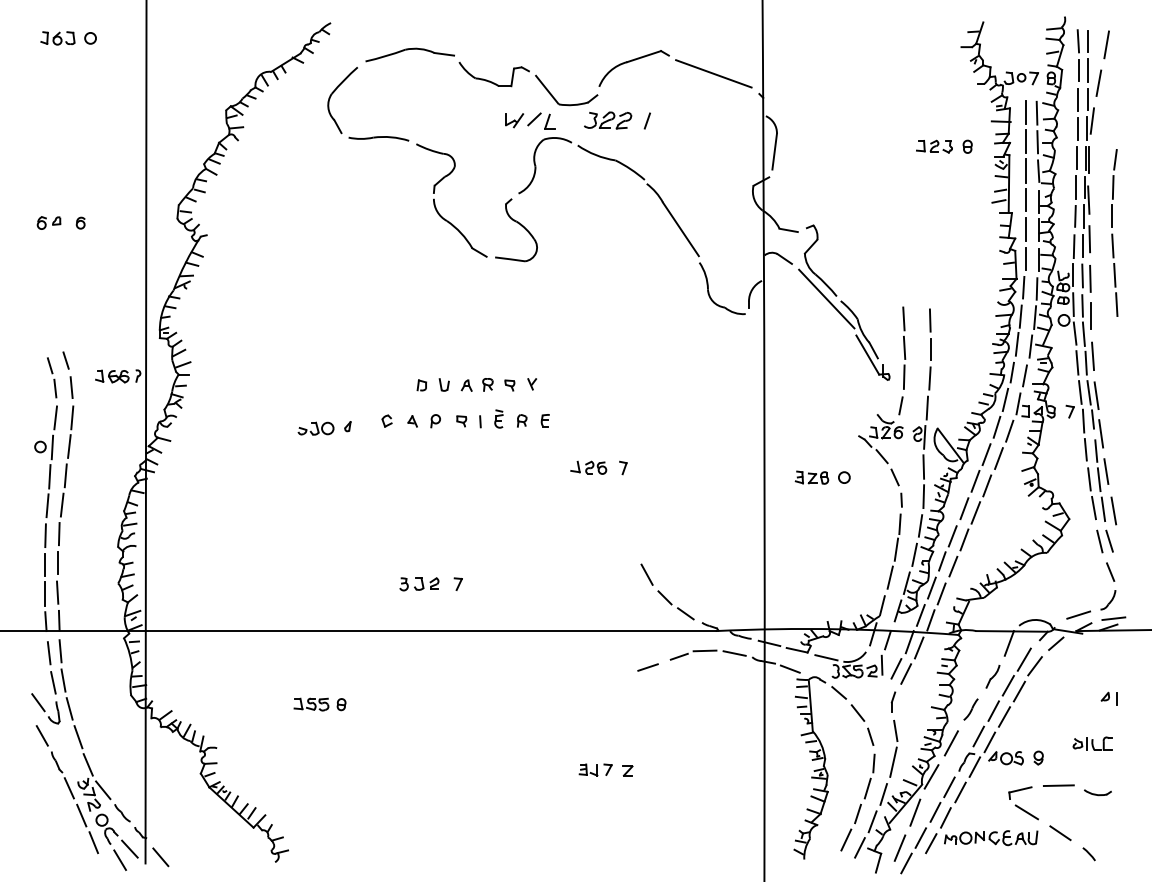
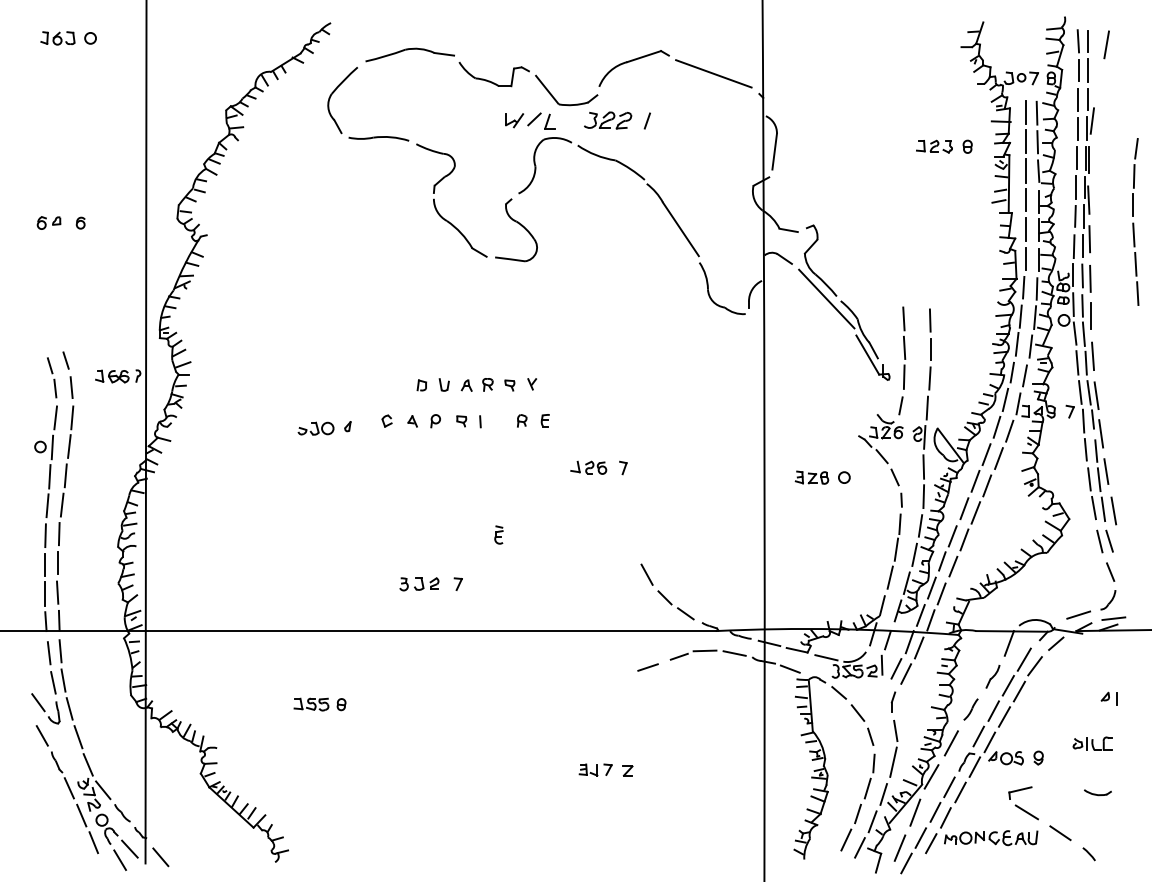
line at (1098, 82): present -> none
part at (1114, 232) position: (1114, 232) -> (1135, 221)
part at (498, 418) position: (498, 418) -> (498, 534)
line at (1058, 785): present -> none
